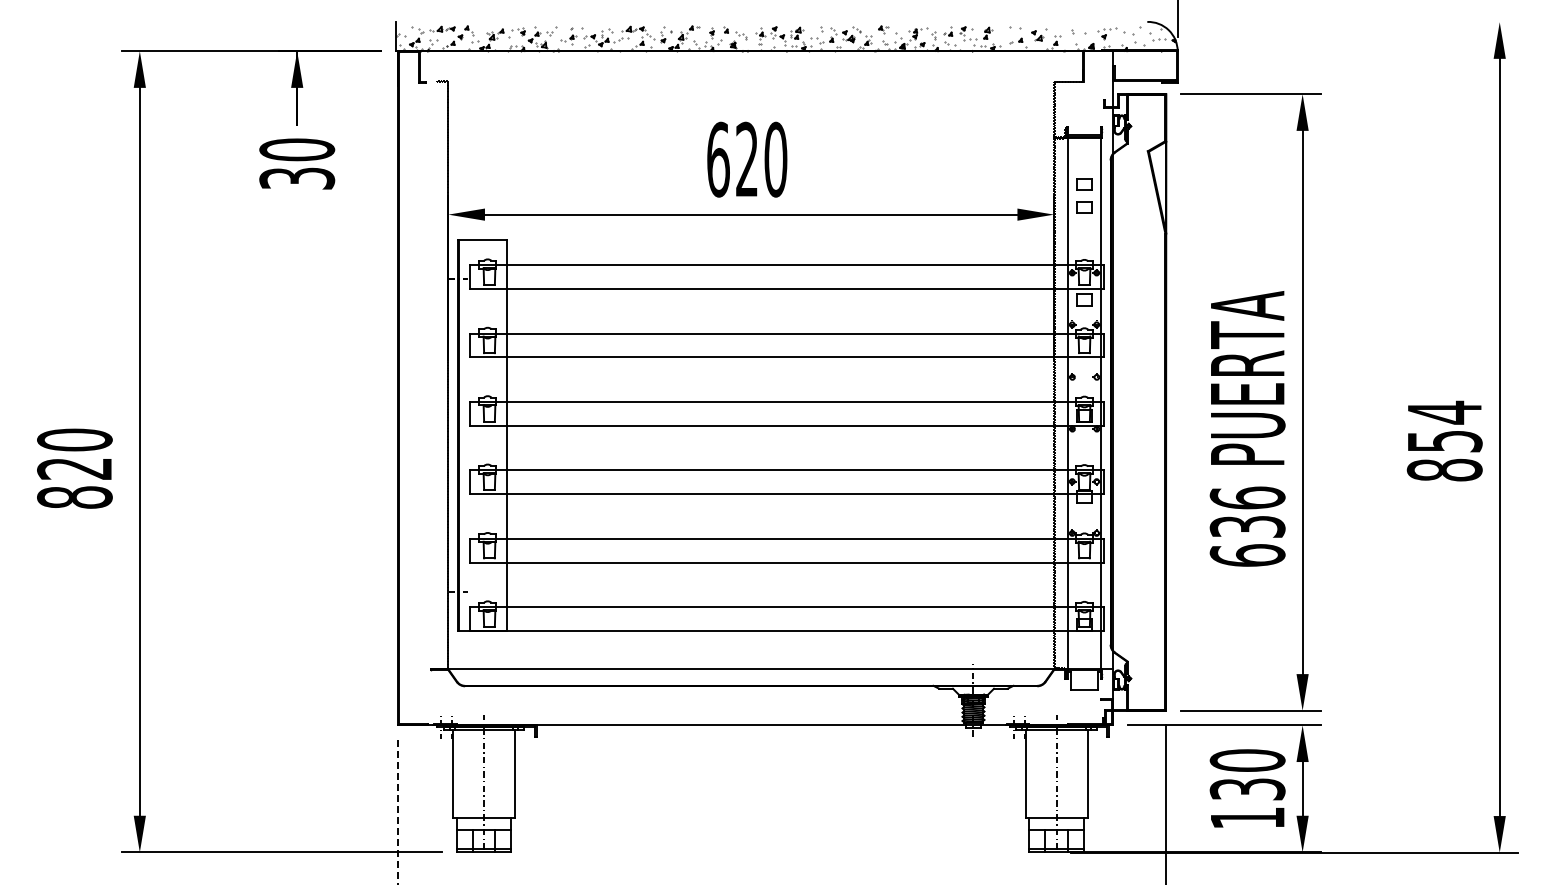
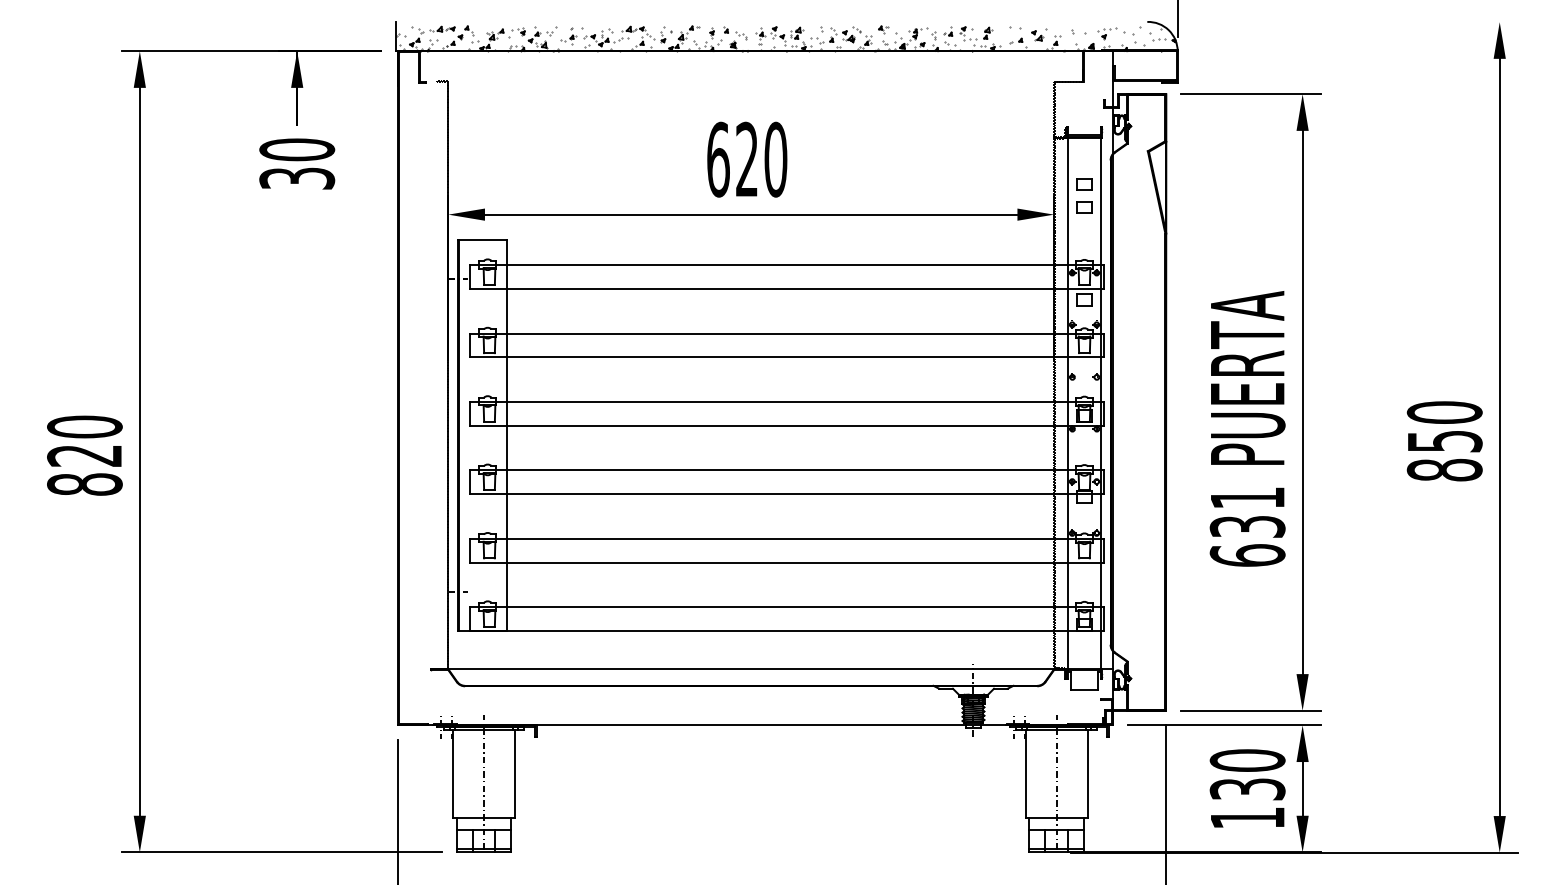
text at (1444, 412): 854 -> 850
text at (74, 468) position: (74, 468) -> (84, 455)
text at (1247, 497): 636 -> 631
line at (398, 812): dashed -> solid
